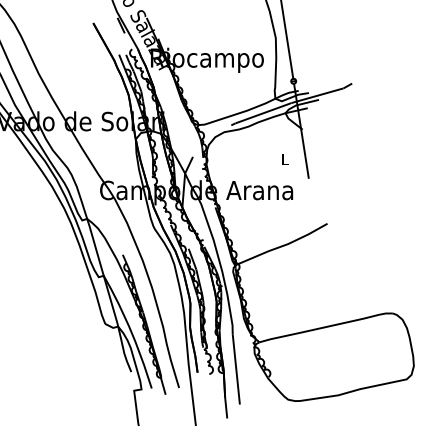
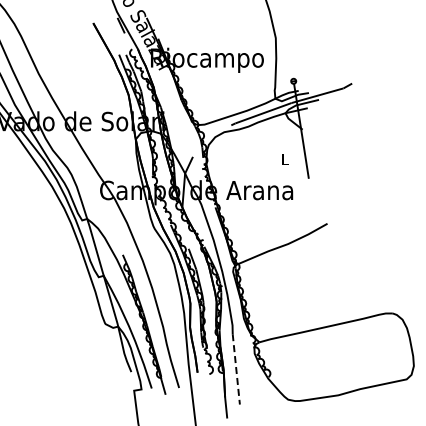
line at (287, 40): present -> none
line at (236, 369): solid -> dashed
